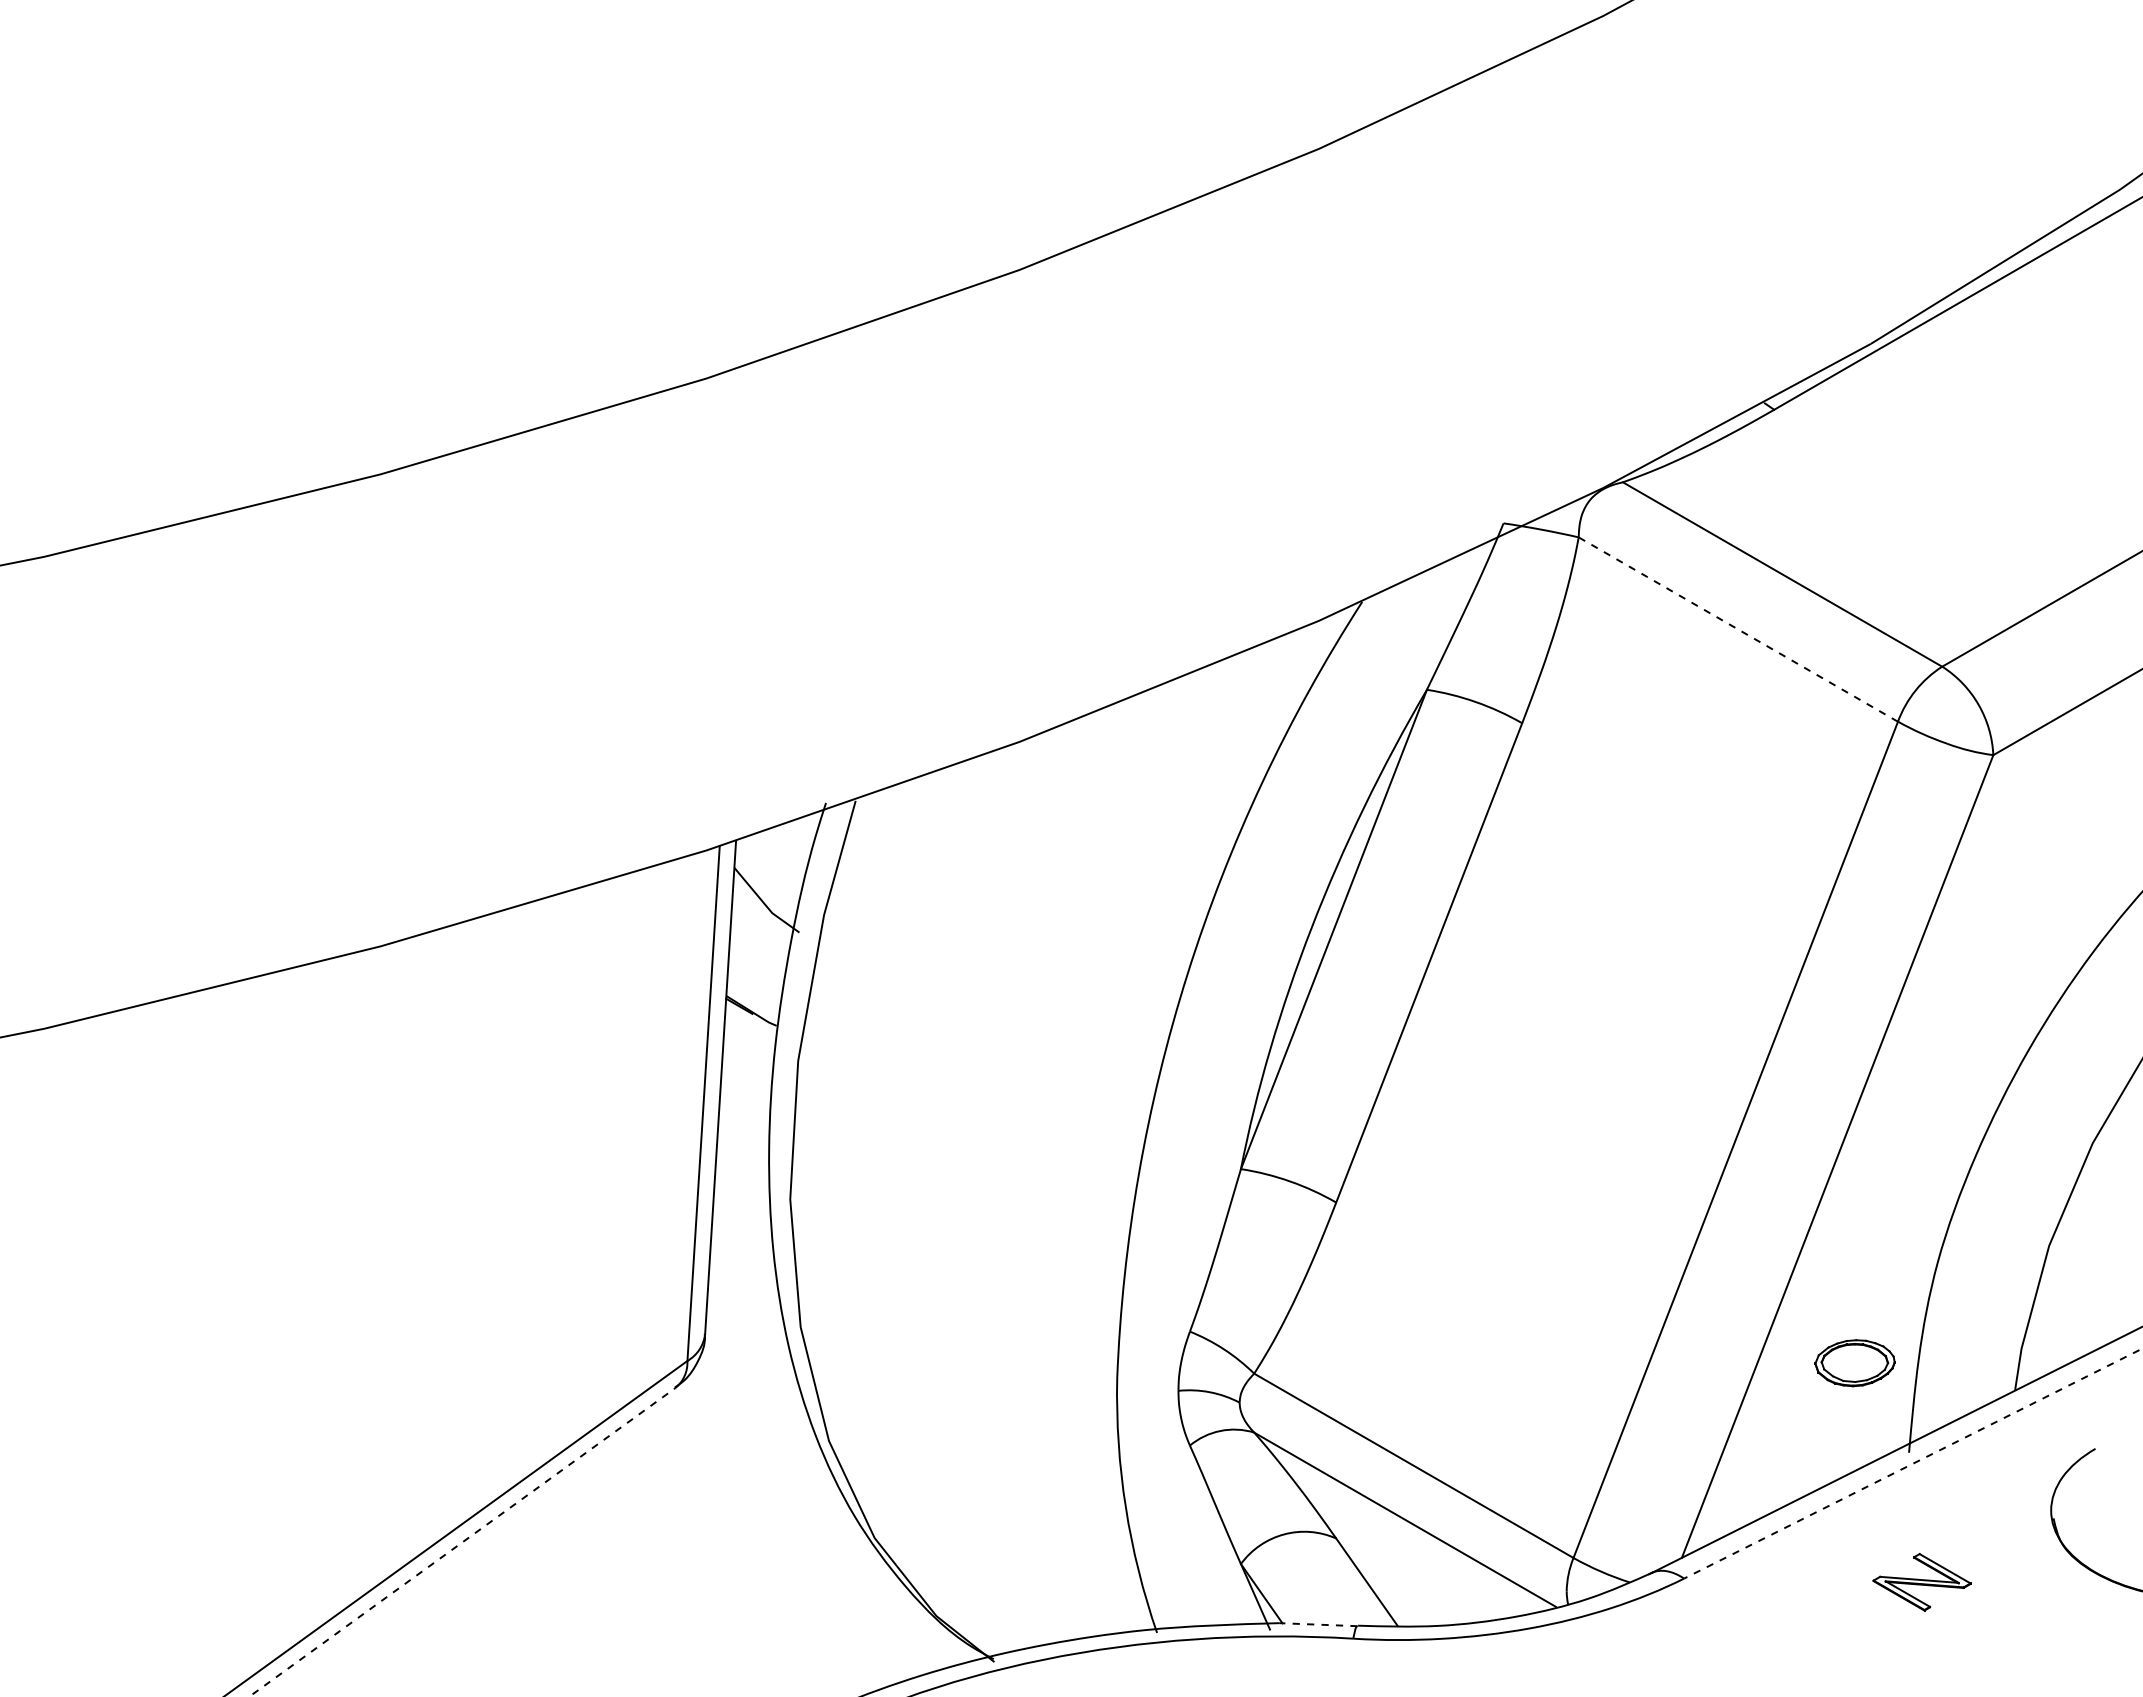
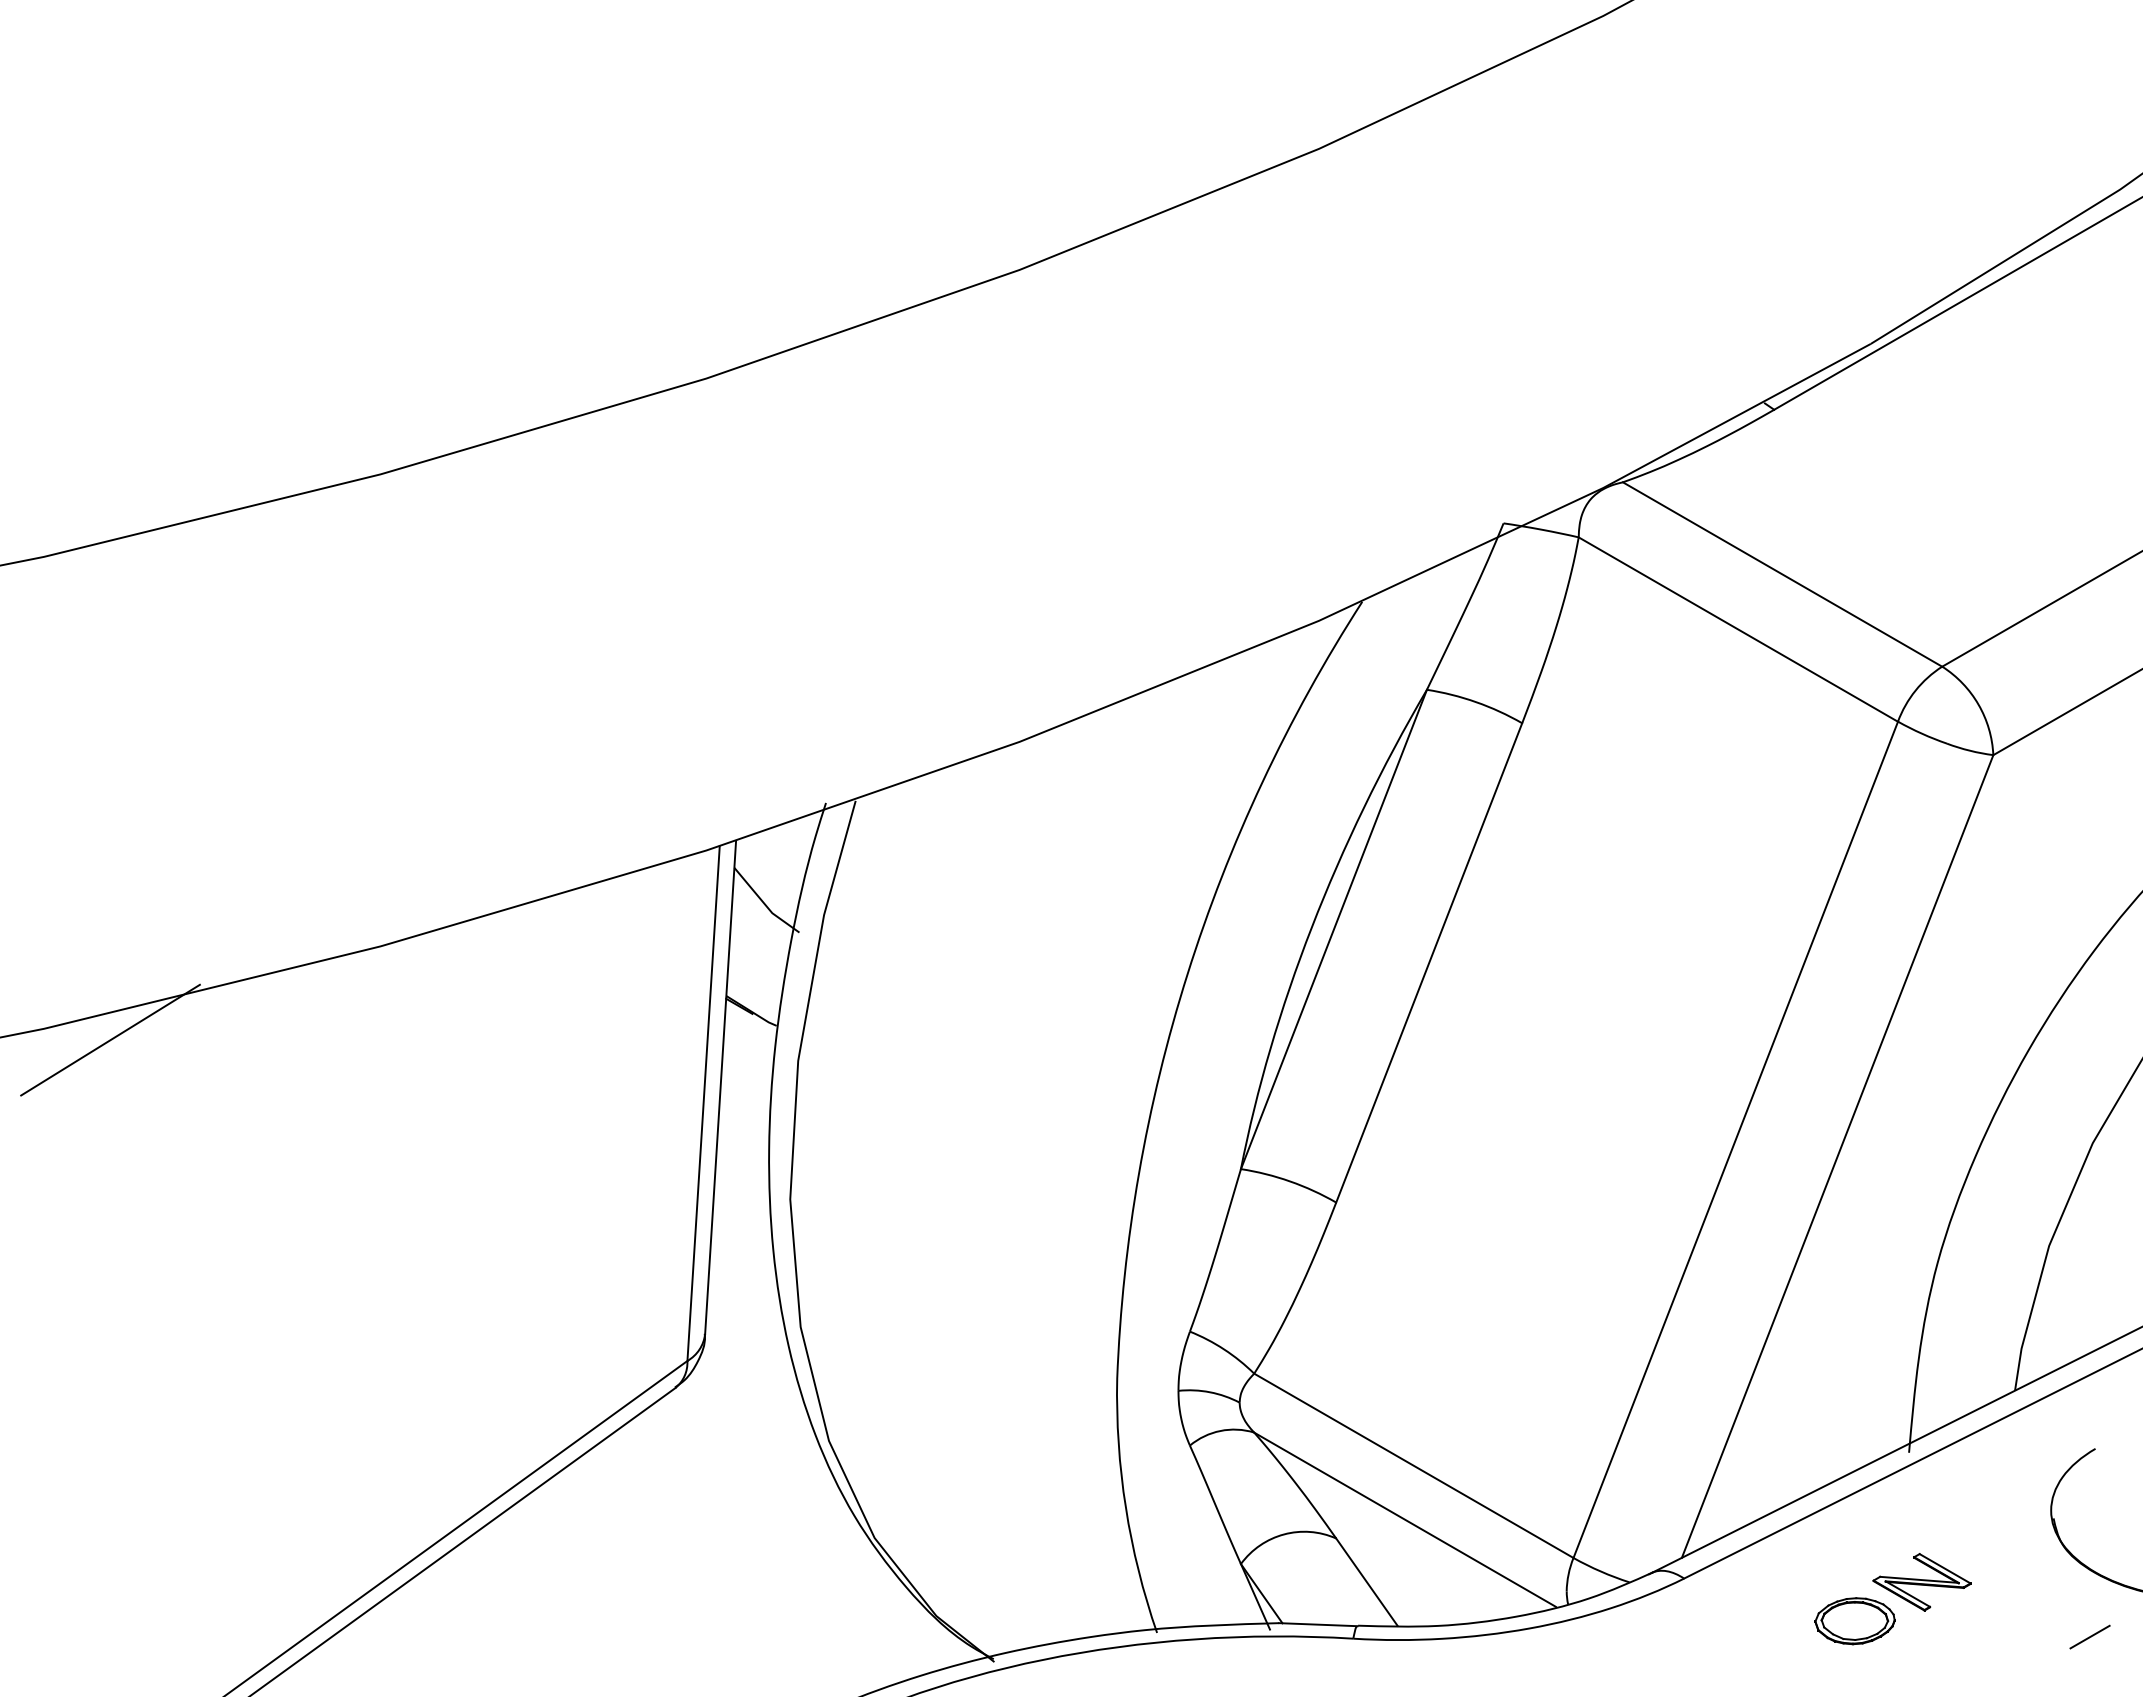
line at (1737, 629): dashed -> solid
line at (110, 1039): none -> present
part at (1854, 1363) position: (1854, 1363) -> (1854, 1621)
line at (1912, 1463): dashed -> solid
line at (462, 1542): dashed -> solid
line at (1317, 1624): dashed -> solid
line at (2089, 1636): none -> present
